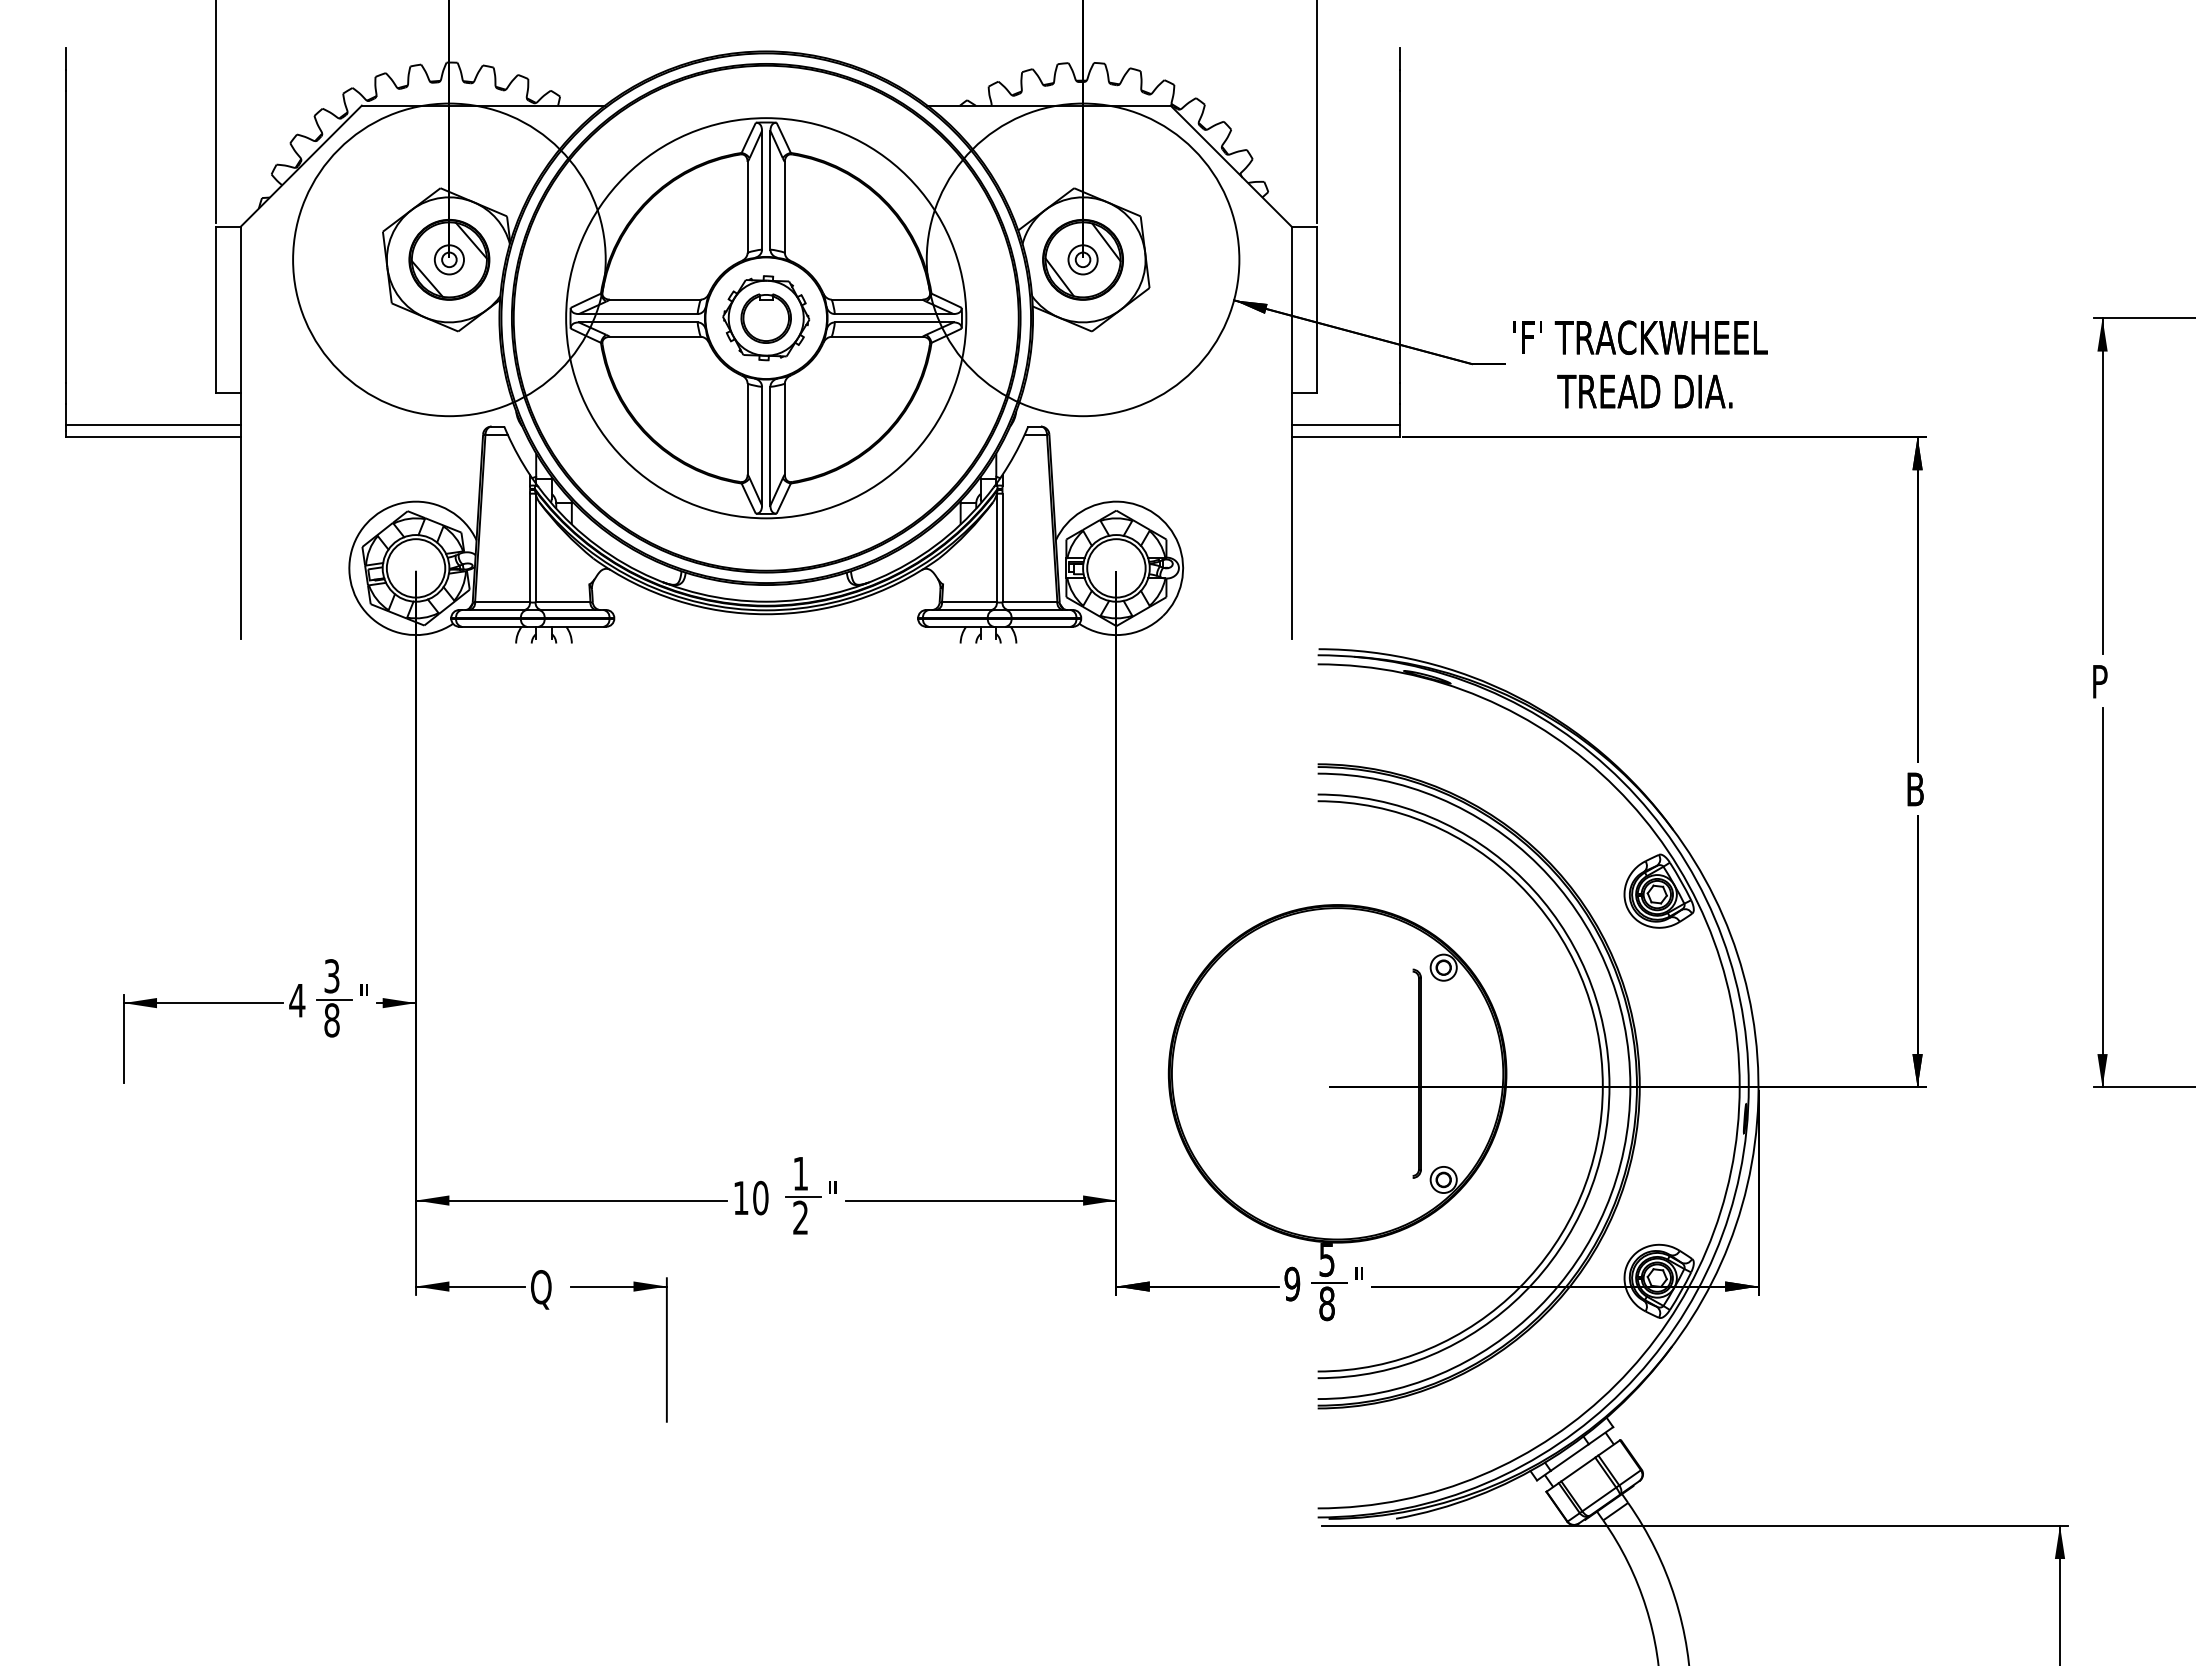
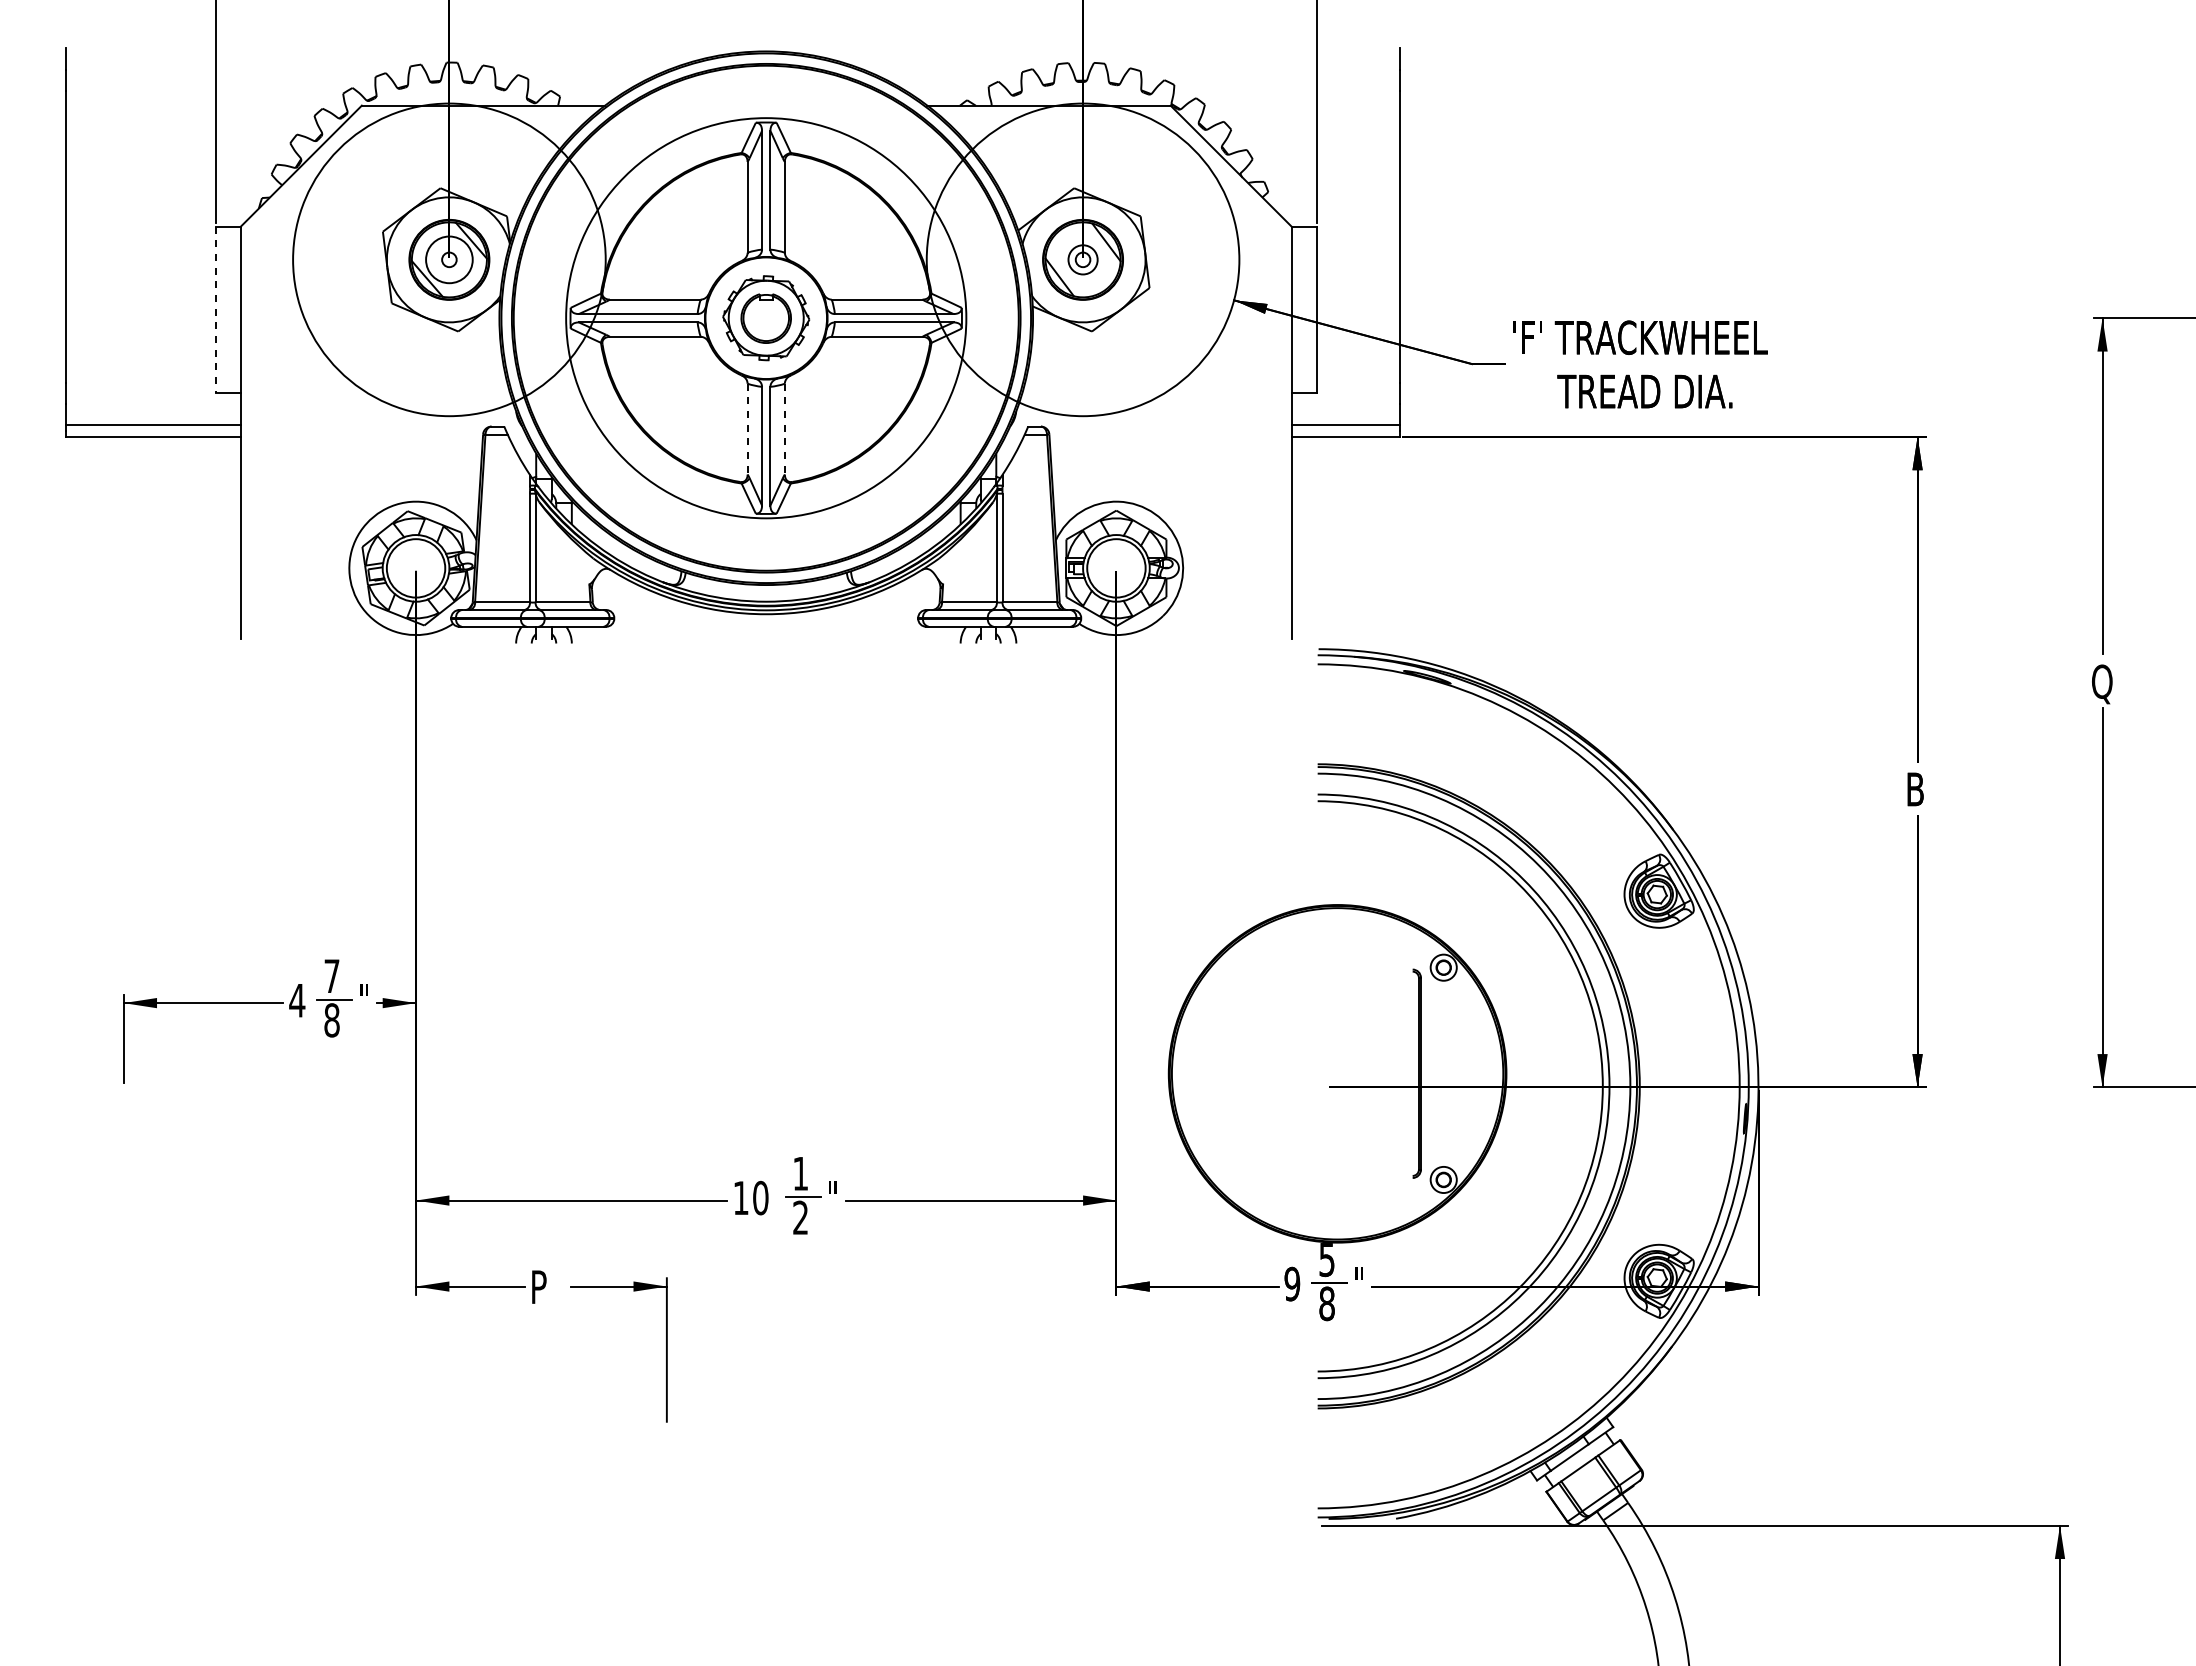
circle at (449, 259) diameter: 29 px -> 47 px
line at (215, 310): solid -> dashed
line at (747, 429): solid -> dashed
line at (784, 429): solid -> dashed
text at (2102, 684): P -> Q
text at (331, 976): 3 -> 7
text at (541, 1289): Q -> P
